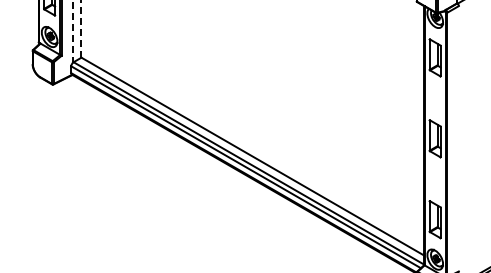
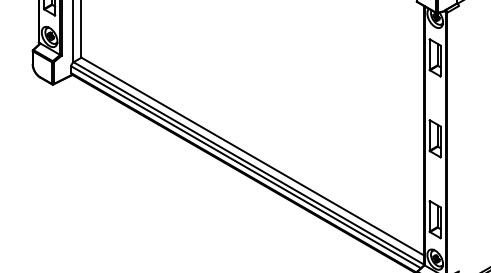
line at (81, 29): dashed -> solid
line at (73, 31): dashed -> solid
